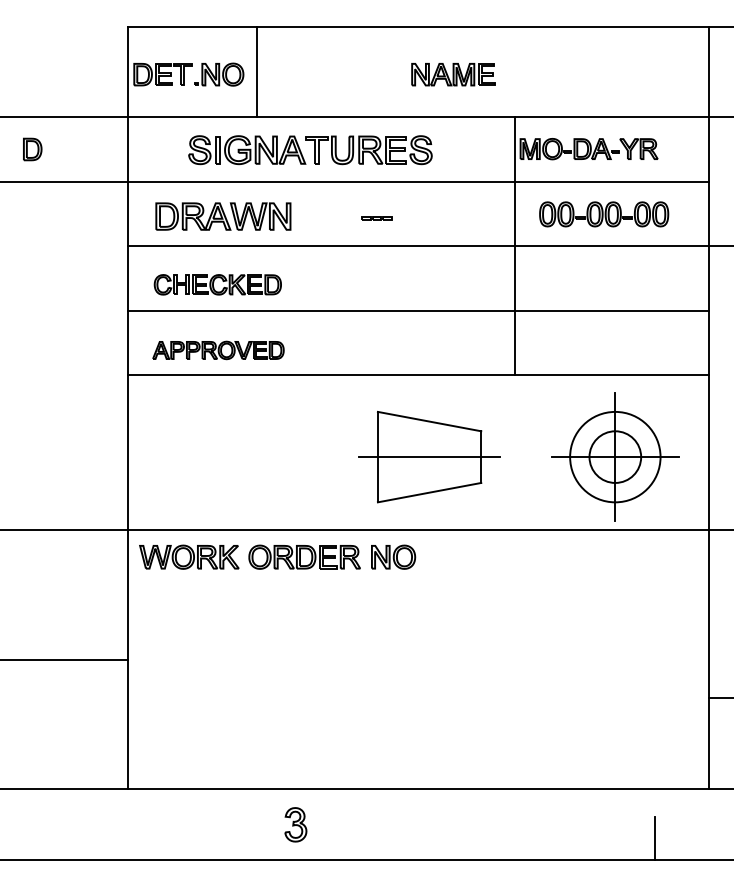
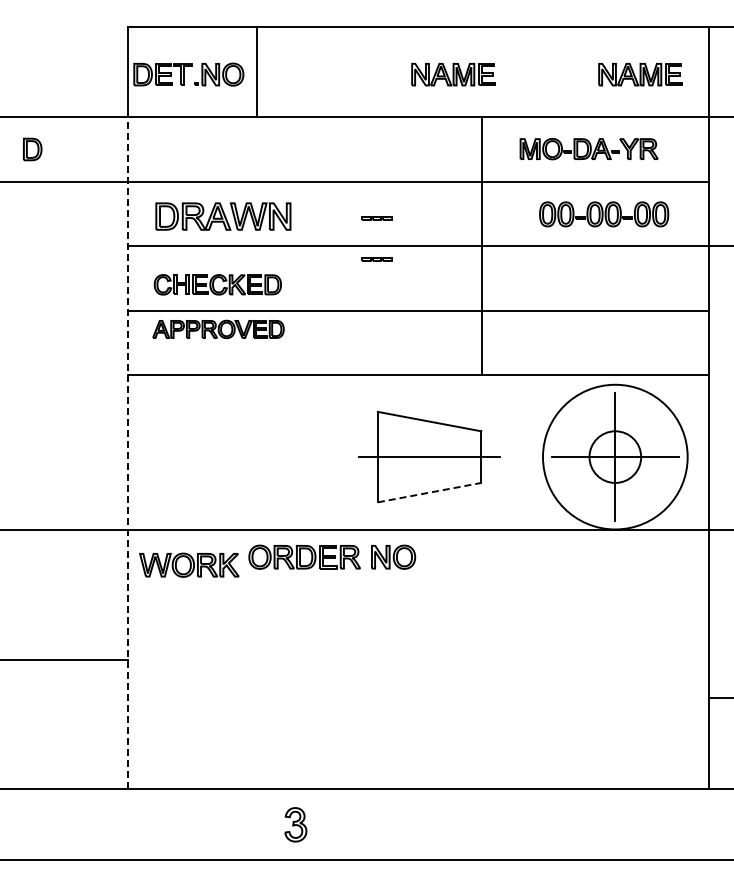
part at (640, 74): none -> present
part at (310, 150): present -> none
line at (515, 246) position: (515, 246) -> (482, 246)
line at (376, 258): none -> present
part at (218, 350) position: (218, 350) -> (218, 329)
line at (127, 452): solid -> dashed
circle at (615, 456) diameter: 90 px -> 145 px
line at (429, 492): solid -> dashed
part at (189, 556) position: (189, 556) -> (189, 564)
line at (654, 838): present -> none
